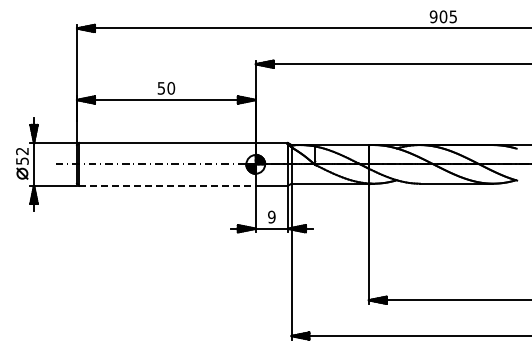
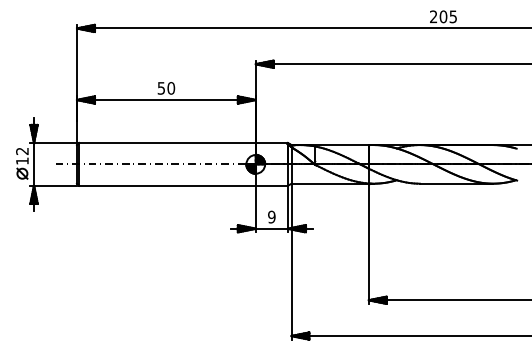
text at (433, 16): 905 -> 205
text at (22, 160): 52 -> 12
line at (167, 185): dashed -> solid
